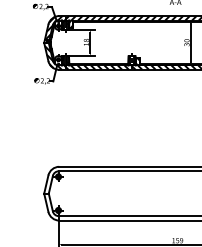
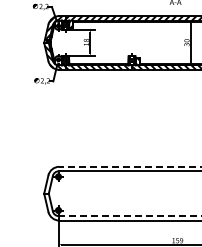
line at (130, 166): solid -> dashed
line at (129, 216): solid -> dashed
